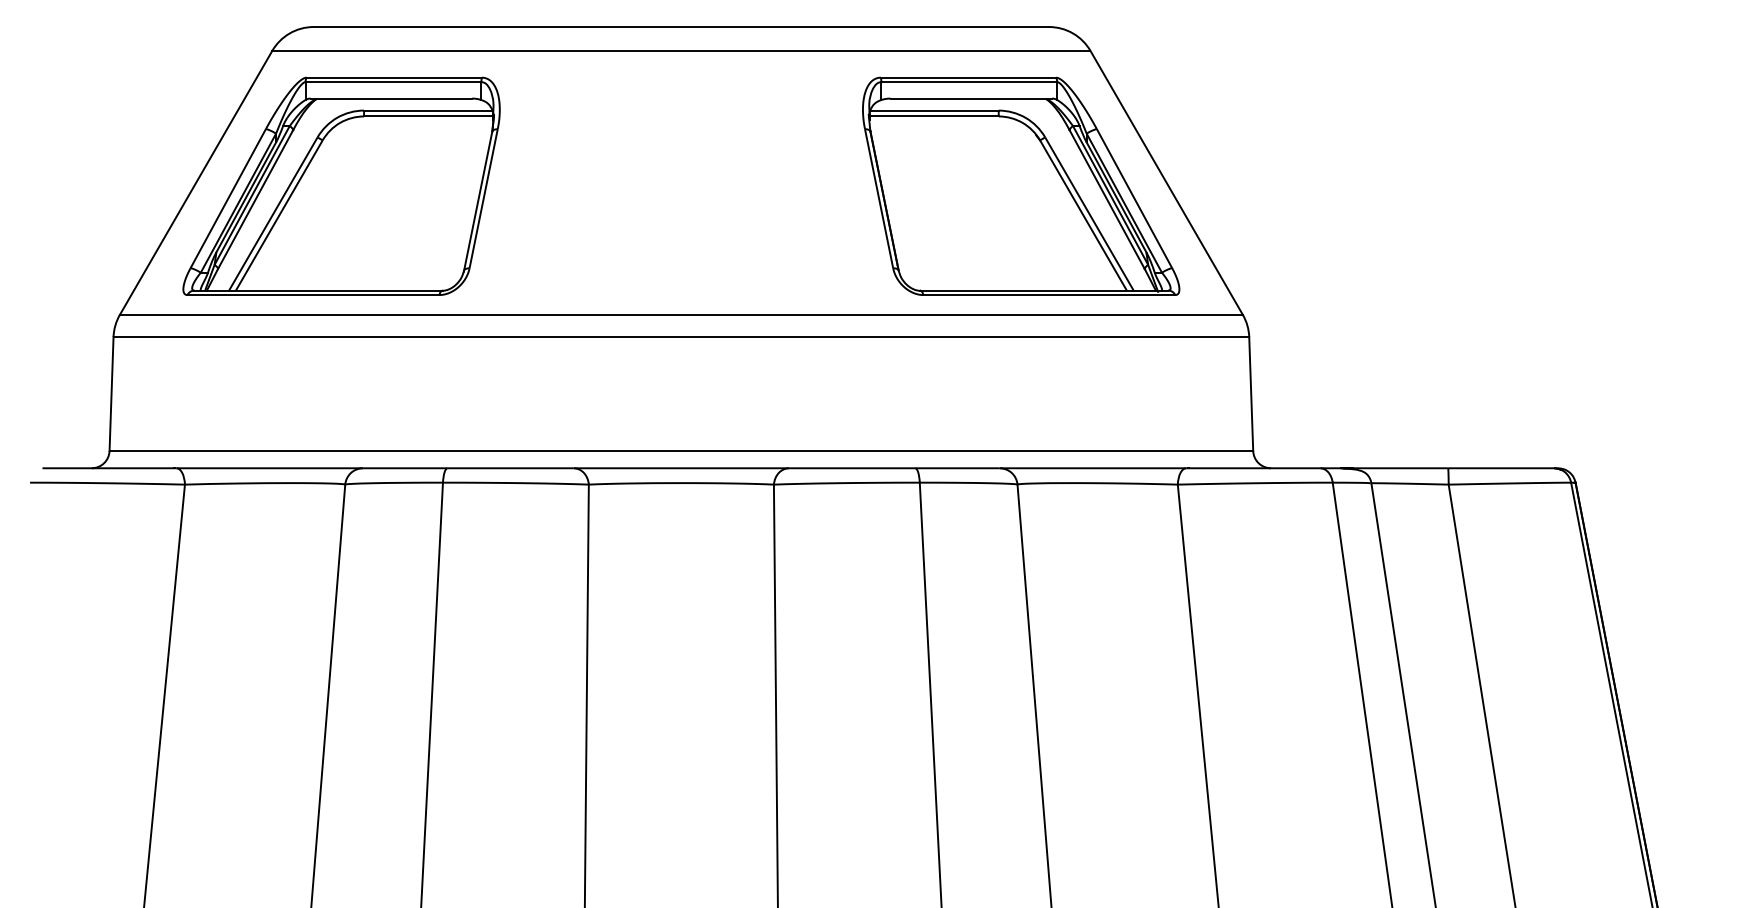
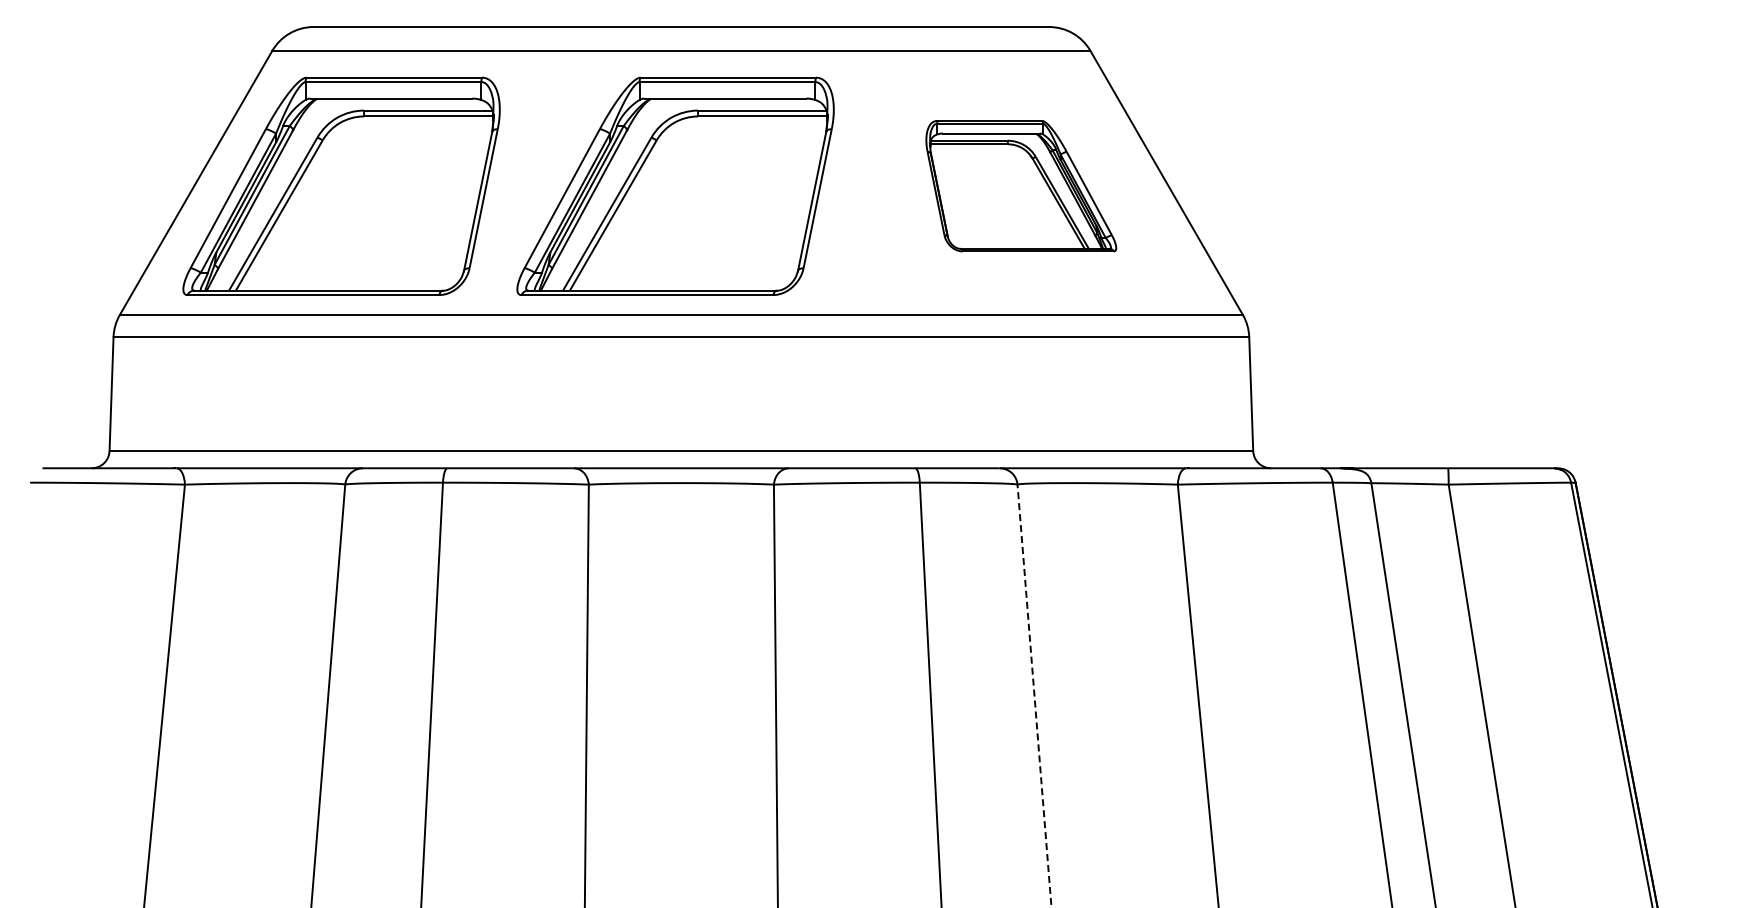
part at (675, 185): none -> present
part at (1021, 185) size: 319x220 px -> 193x133 px
line at (1034, 695): solid -> dashed
